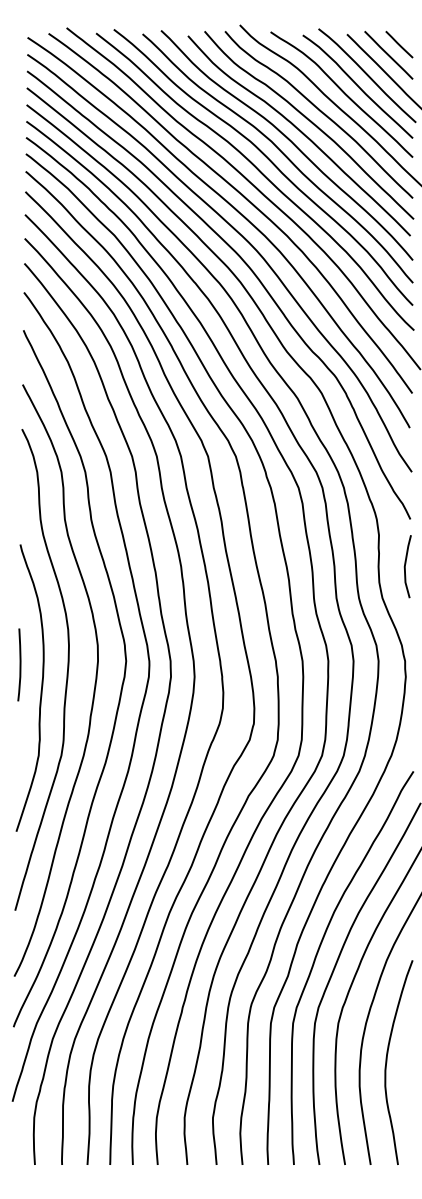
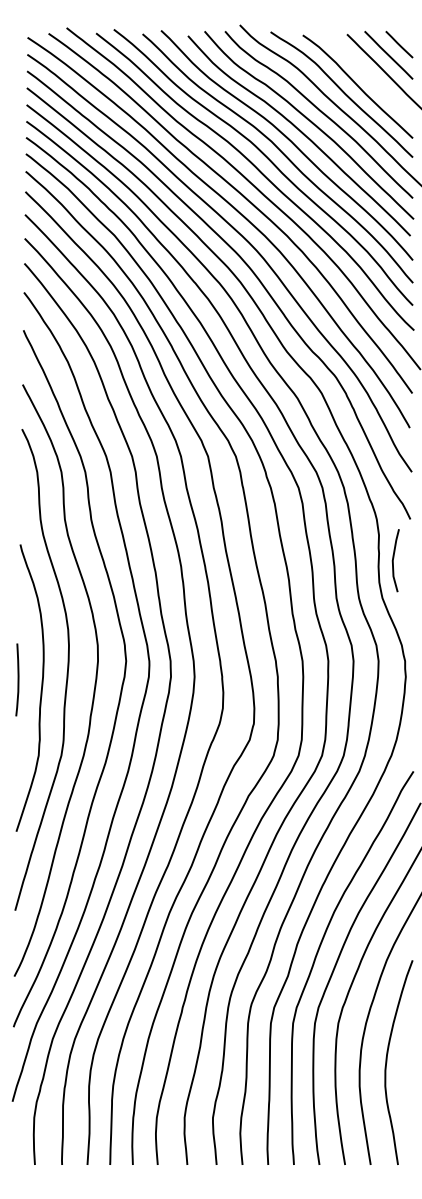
curve at (367, 75): present -> none
line at (405, 566) position: (405, 566) -> (393, 560)
curve at (19, 664) position: (19, 664) -> (17, 679)
